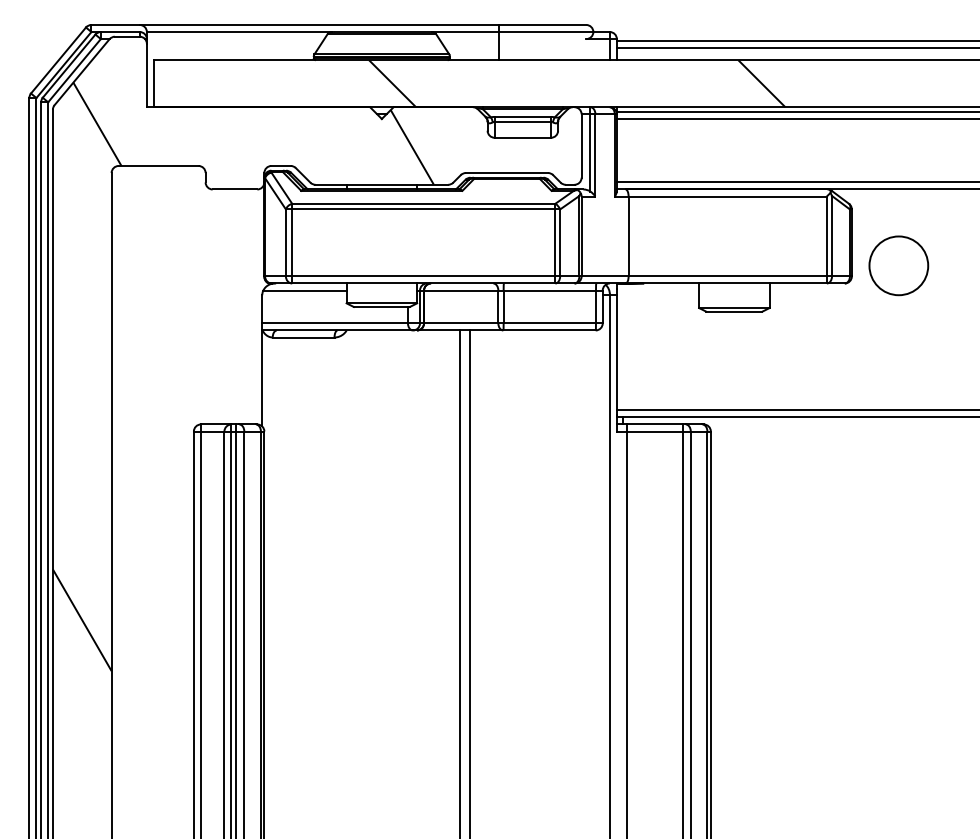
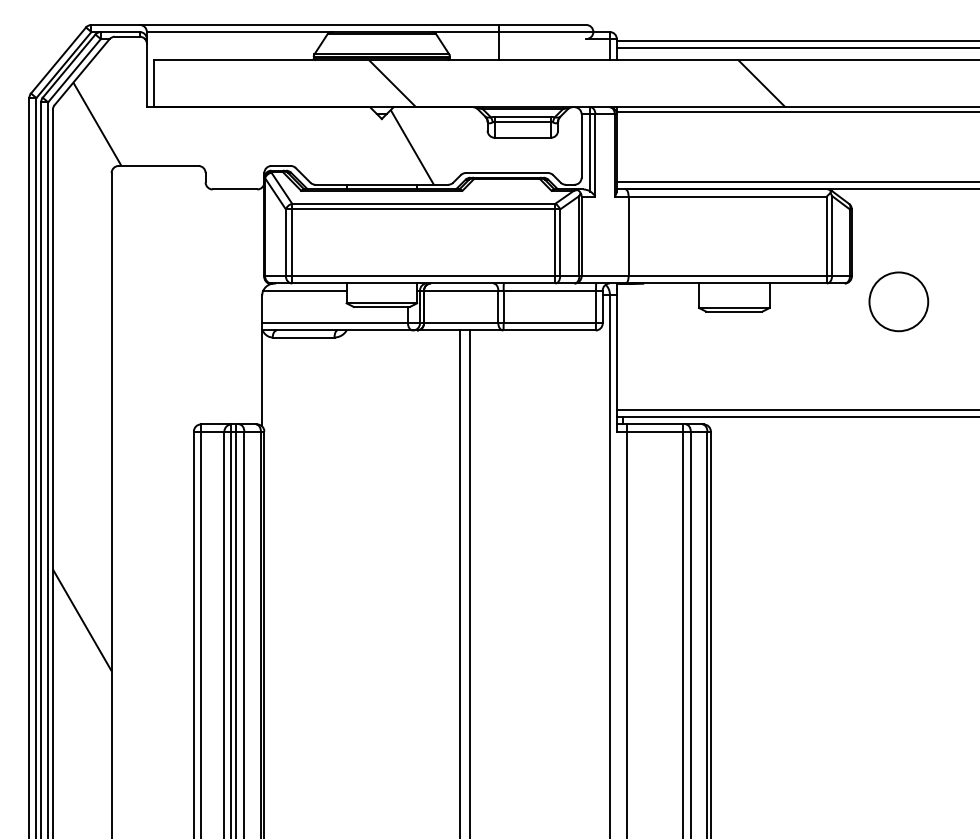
line at (796, 118): present -> none
circle at (898, 265) position: (898, 265) -> (898, 301)
